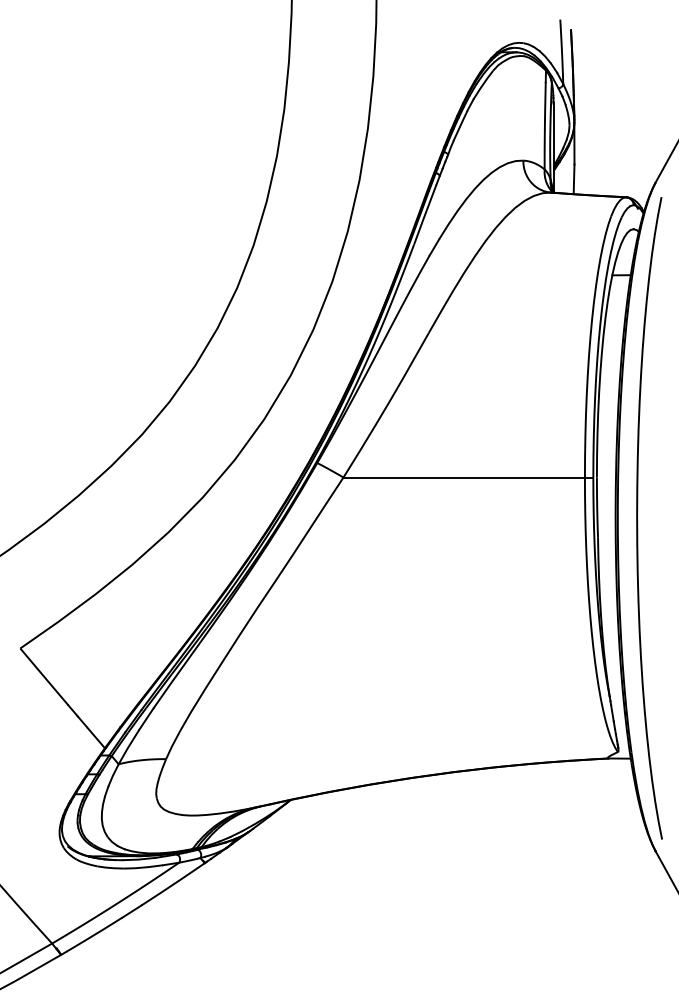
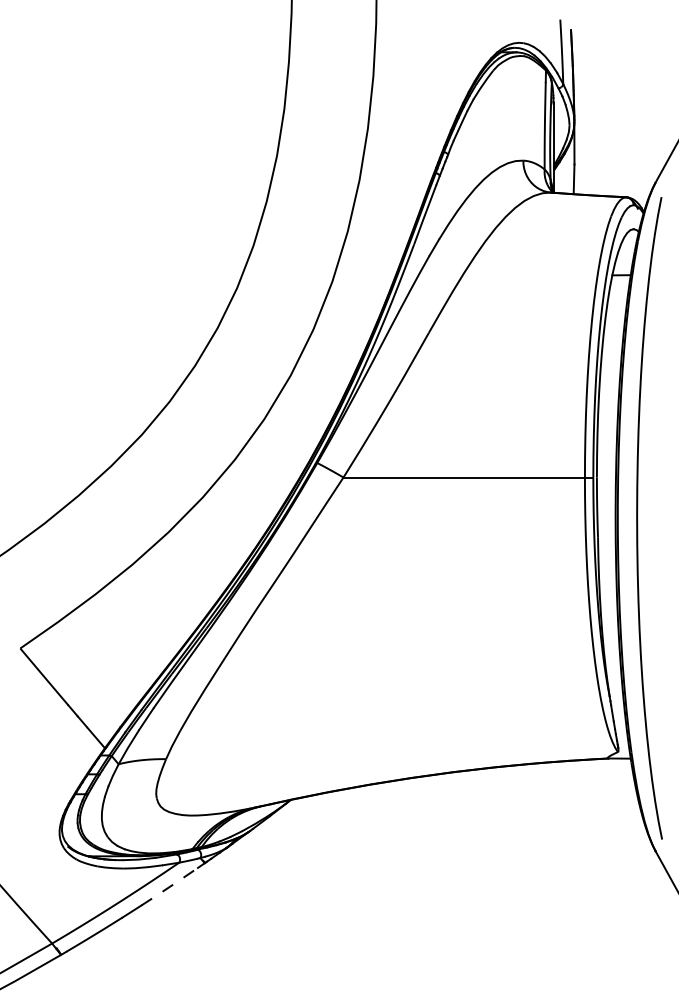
line at (170, 886): solid -> dashed
